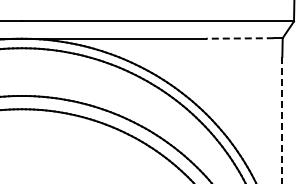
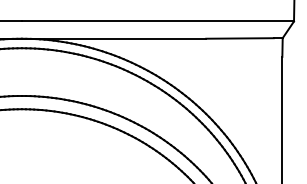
line at (240, 38): dashed -> solid
line at (282, 120): dashed -> solid
